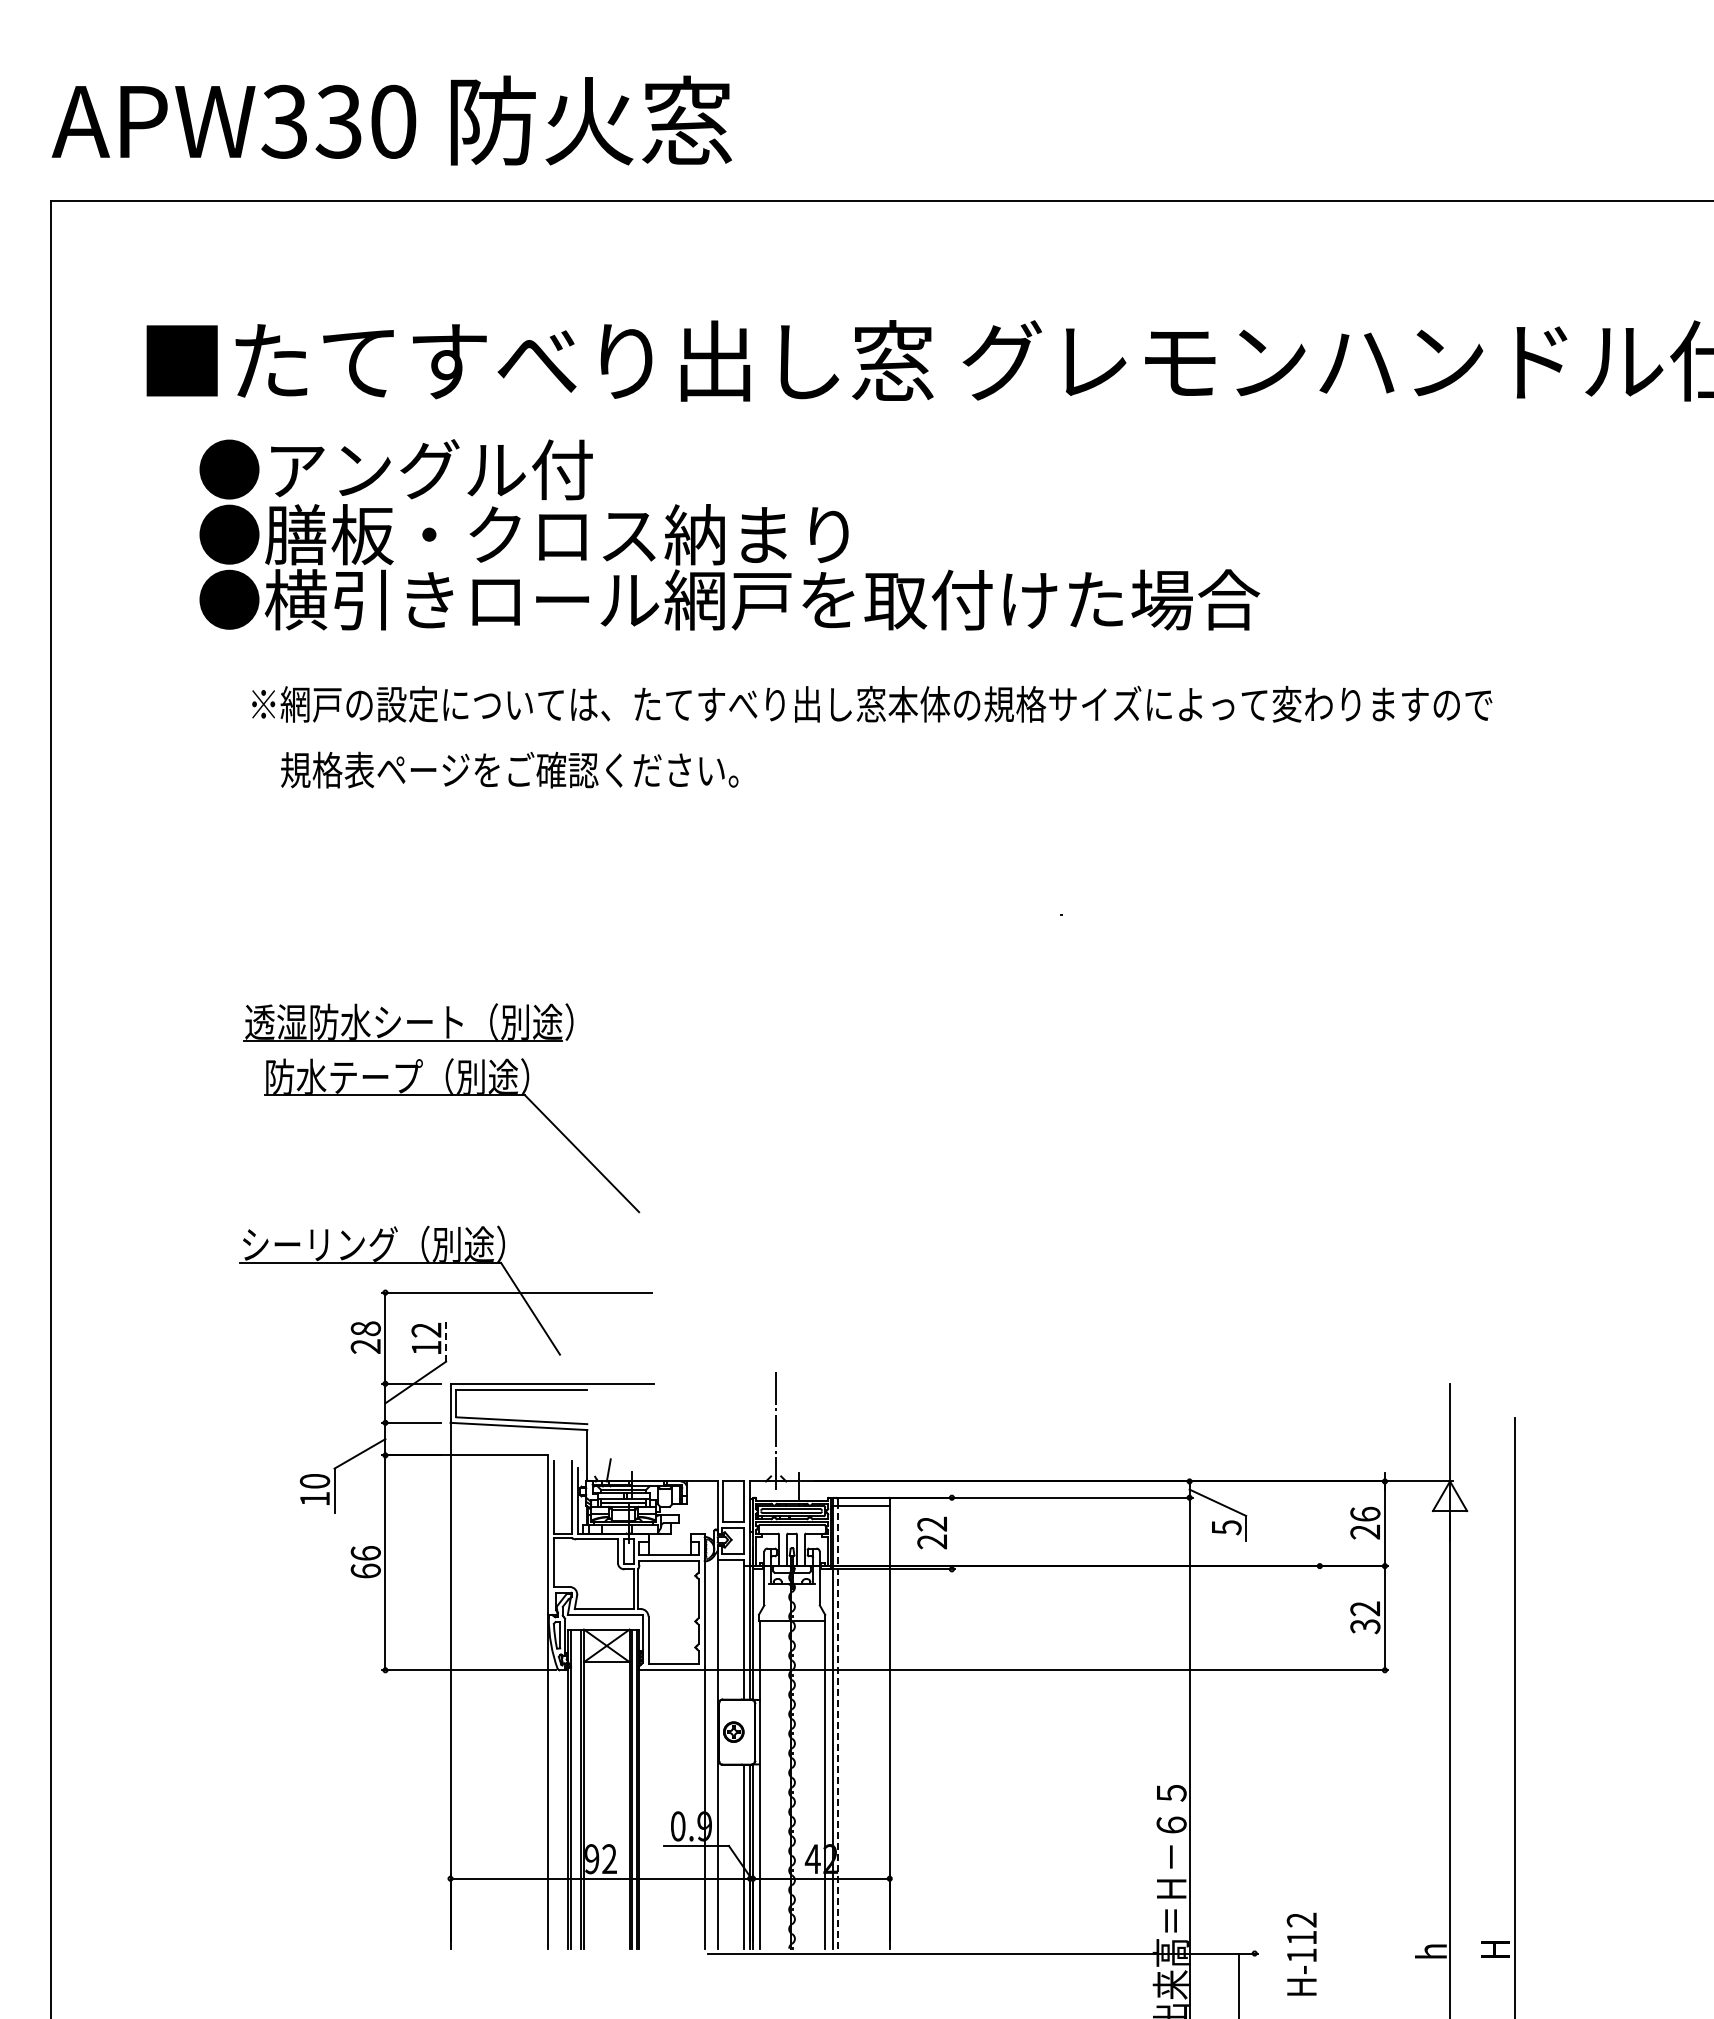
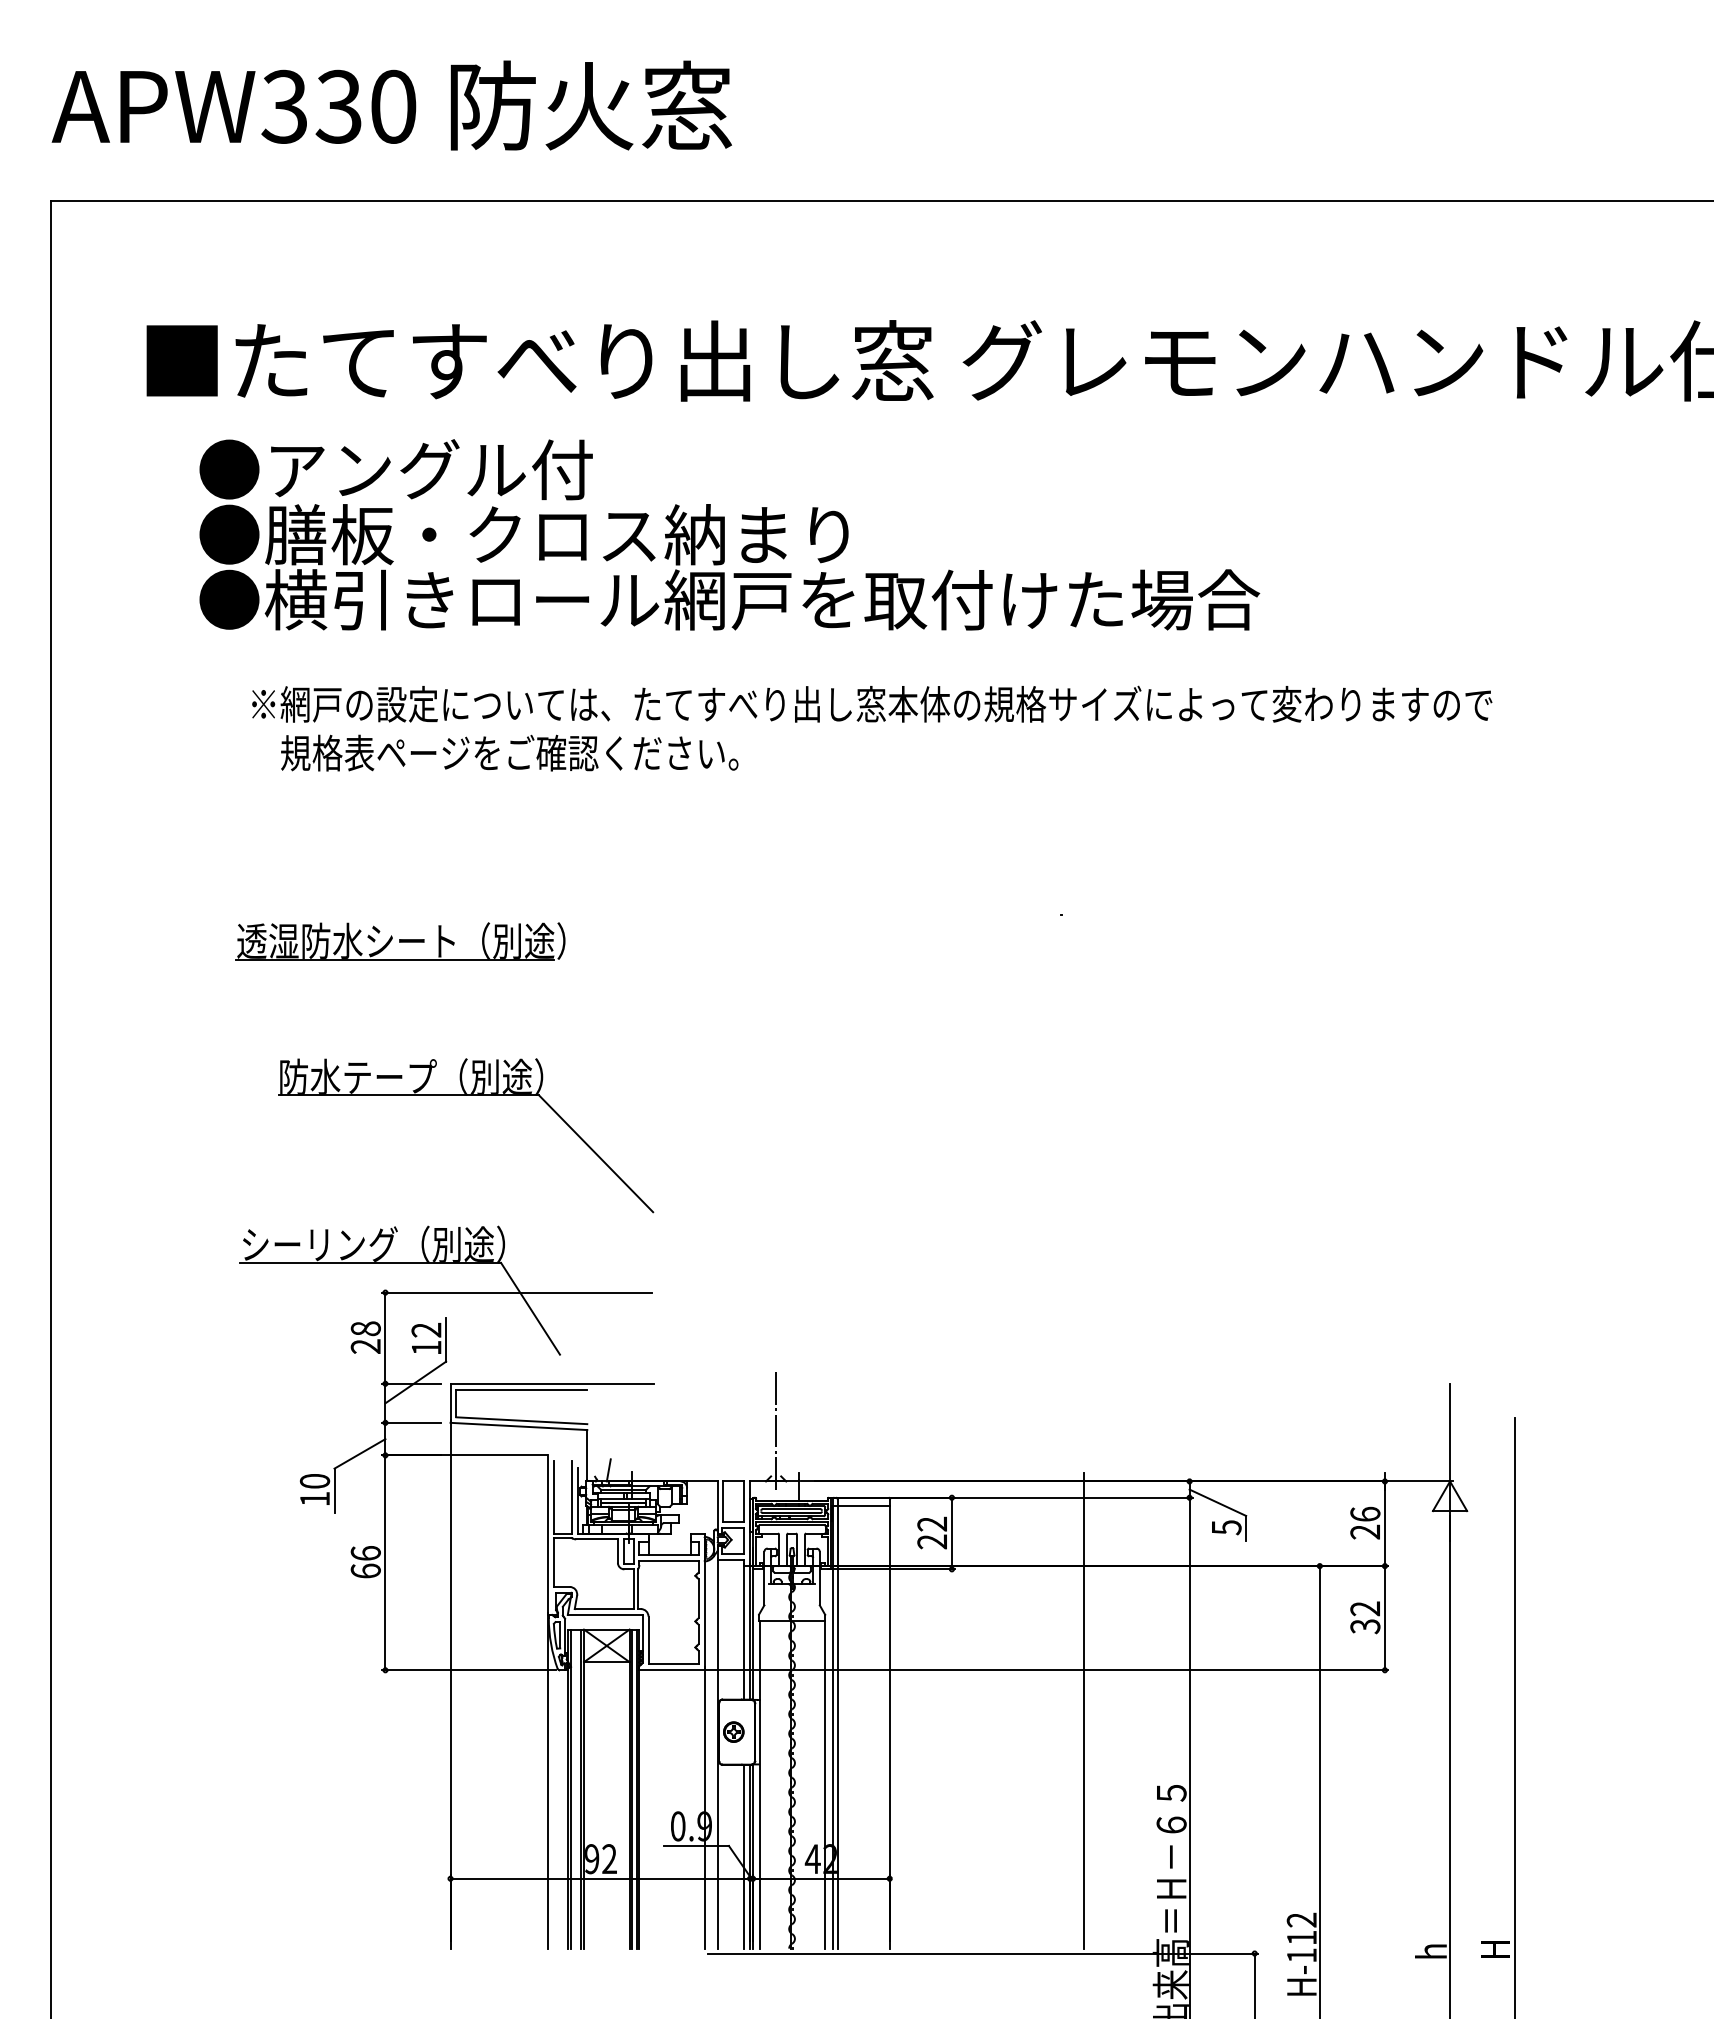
text at (391, 120) position: (391, 120) -> (391, 105)
text at (509, 769) position: (509, 769) -> (509, 752)
part at (408, 1022) position: (408, 1022) -> (400, 941)
part at (452, 1095) position: (452, 1095) -> (466, 1095)
line at (446, 1339): dashed -> solid
line at (951, 1533): none -> present
line at (1083, 1710): none -> present
line at (837, 1726): dashed -> solid
line at (1319, 1790): none -> present
line at (1238, 1984) position: (1238, 1984) -> (1254, 1984)
